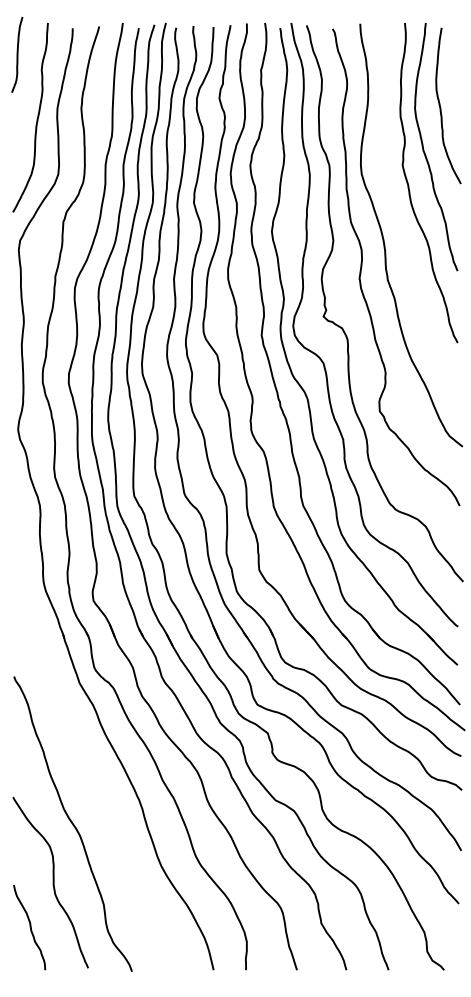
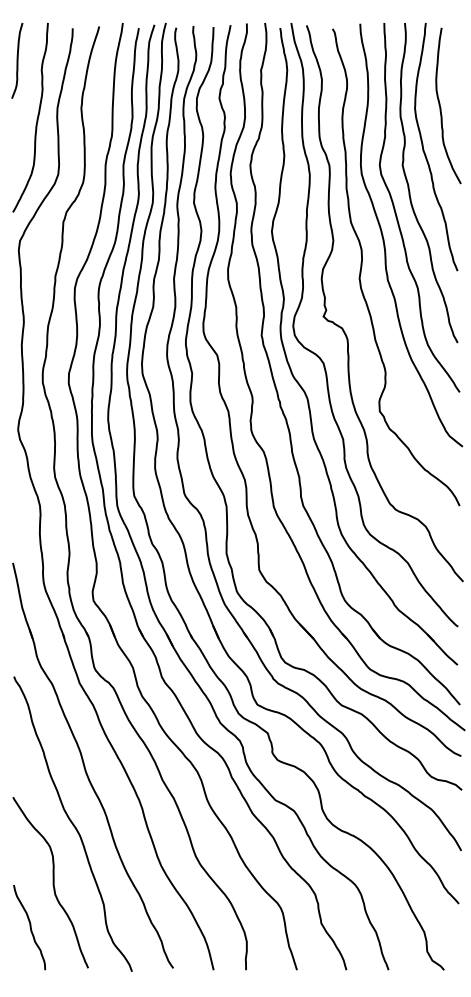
curve at (17, 54) position: (17, 54) -> (17, 60)
curve at (397, 215): none -> present
part at (85, 765): none -> present
